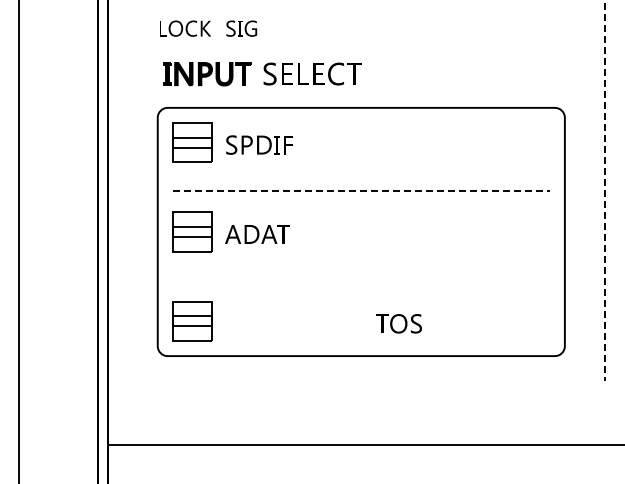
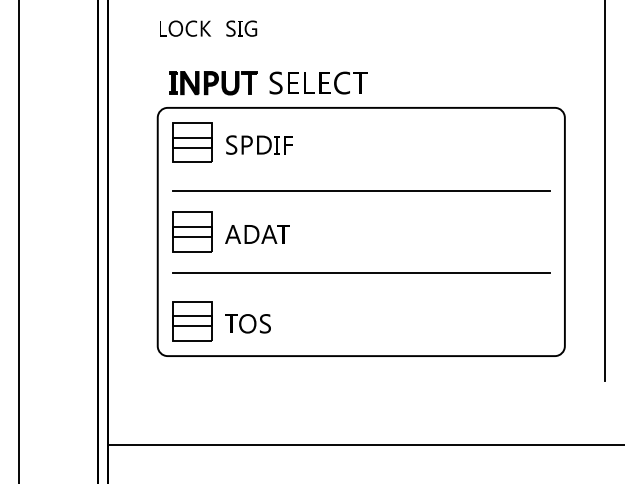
part at (262, 74) position: (262, 74) -> (268, 83)
line at (361, 190): dashed -> solid
line at (604, 191): dashed -> solid
line at (360, 273): none -> present
part at (398, 323) position: (398, 323) -> (247, 323)
